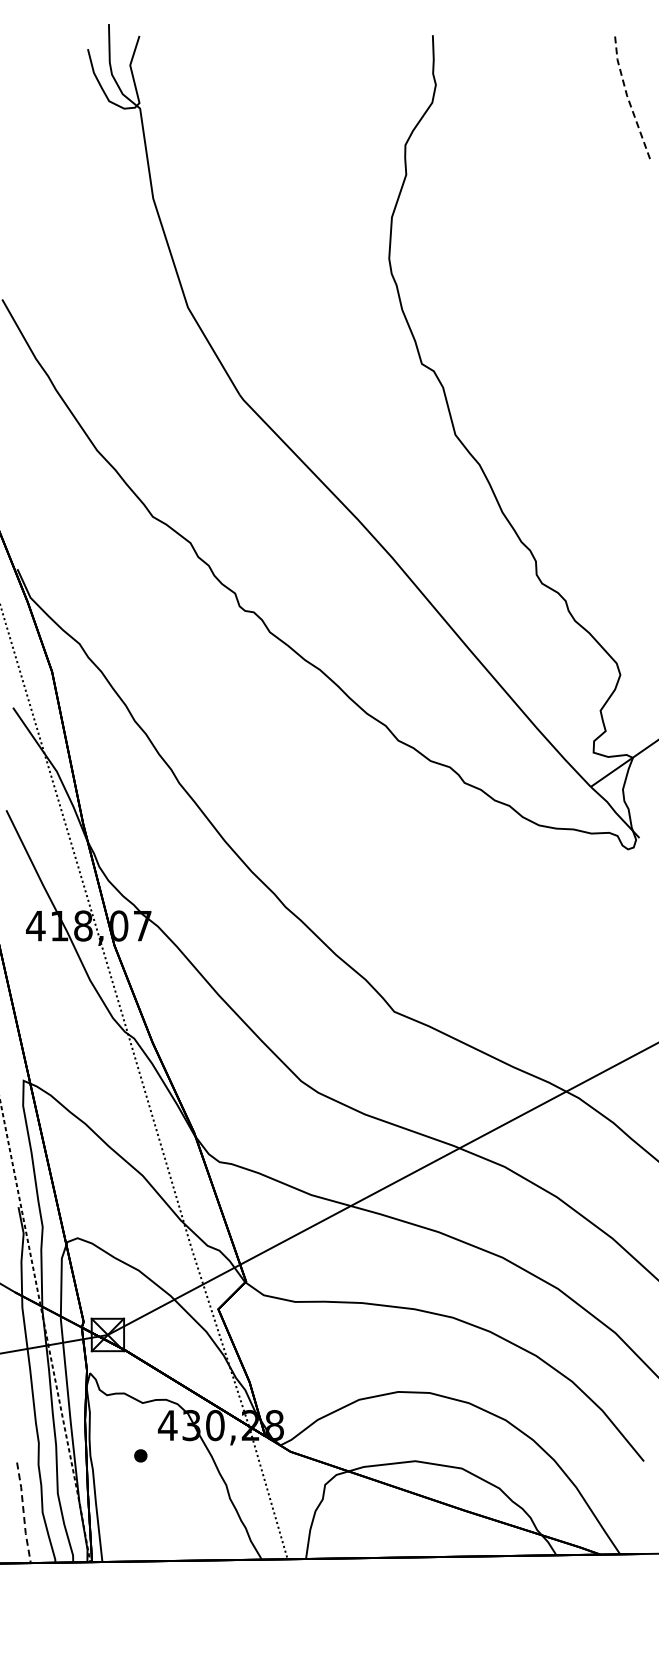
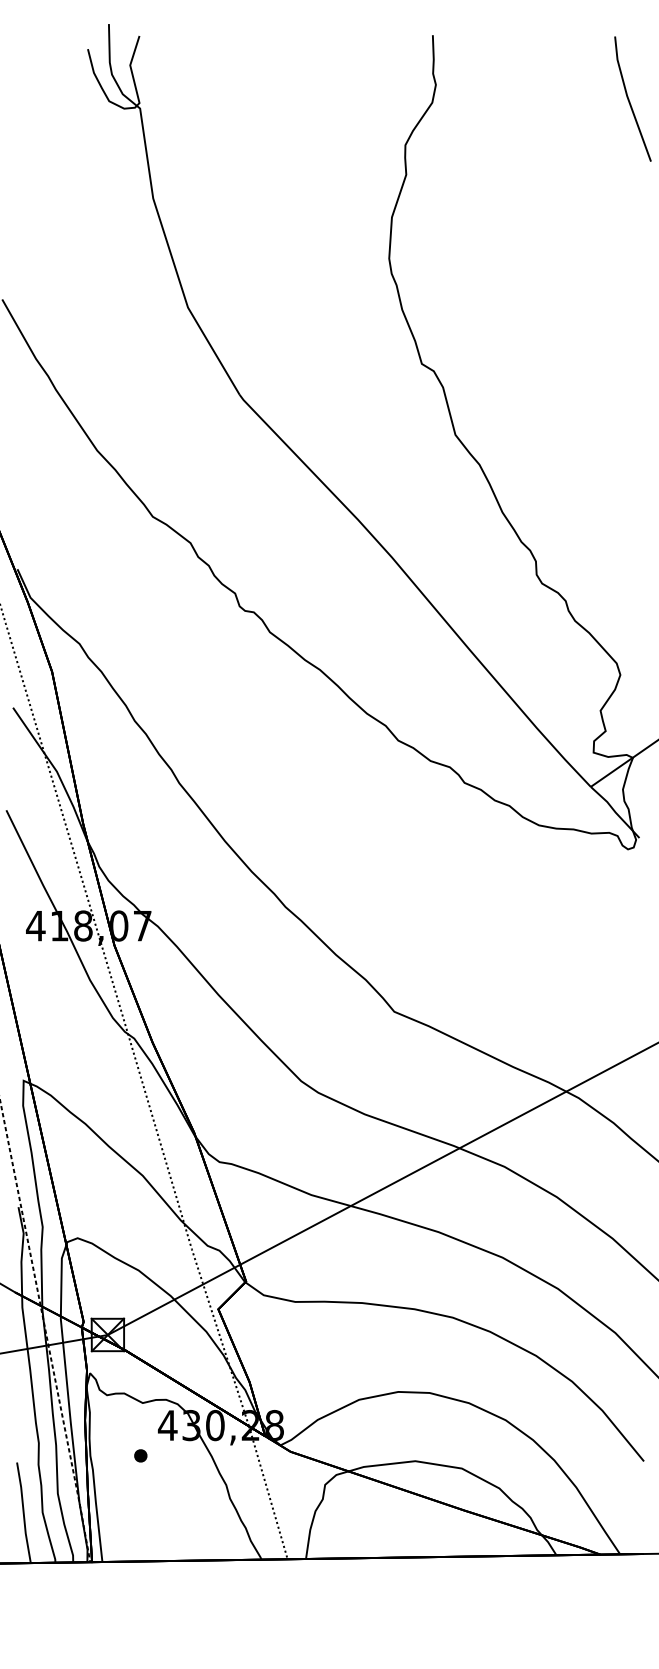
line at (628, 98): dashed -> solid
line at (23, 1512): dashed -> solid
